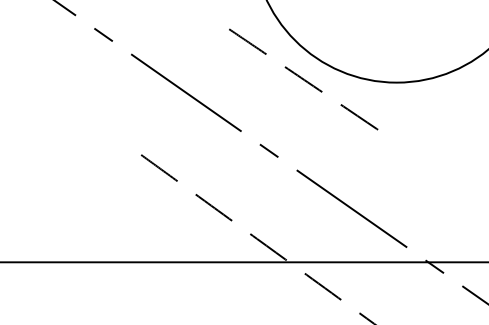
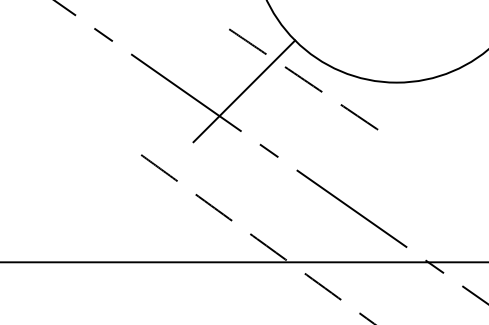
line at (244, 91): none -> present
